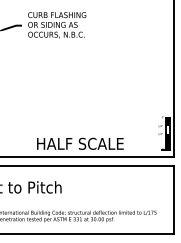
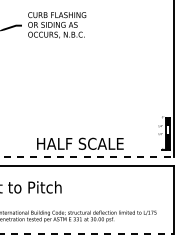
line at (87, 156): solid -> dashed
line at (87, 233): solid -> dashed
